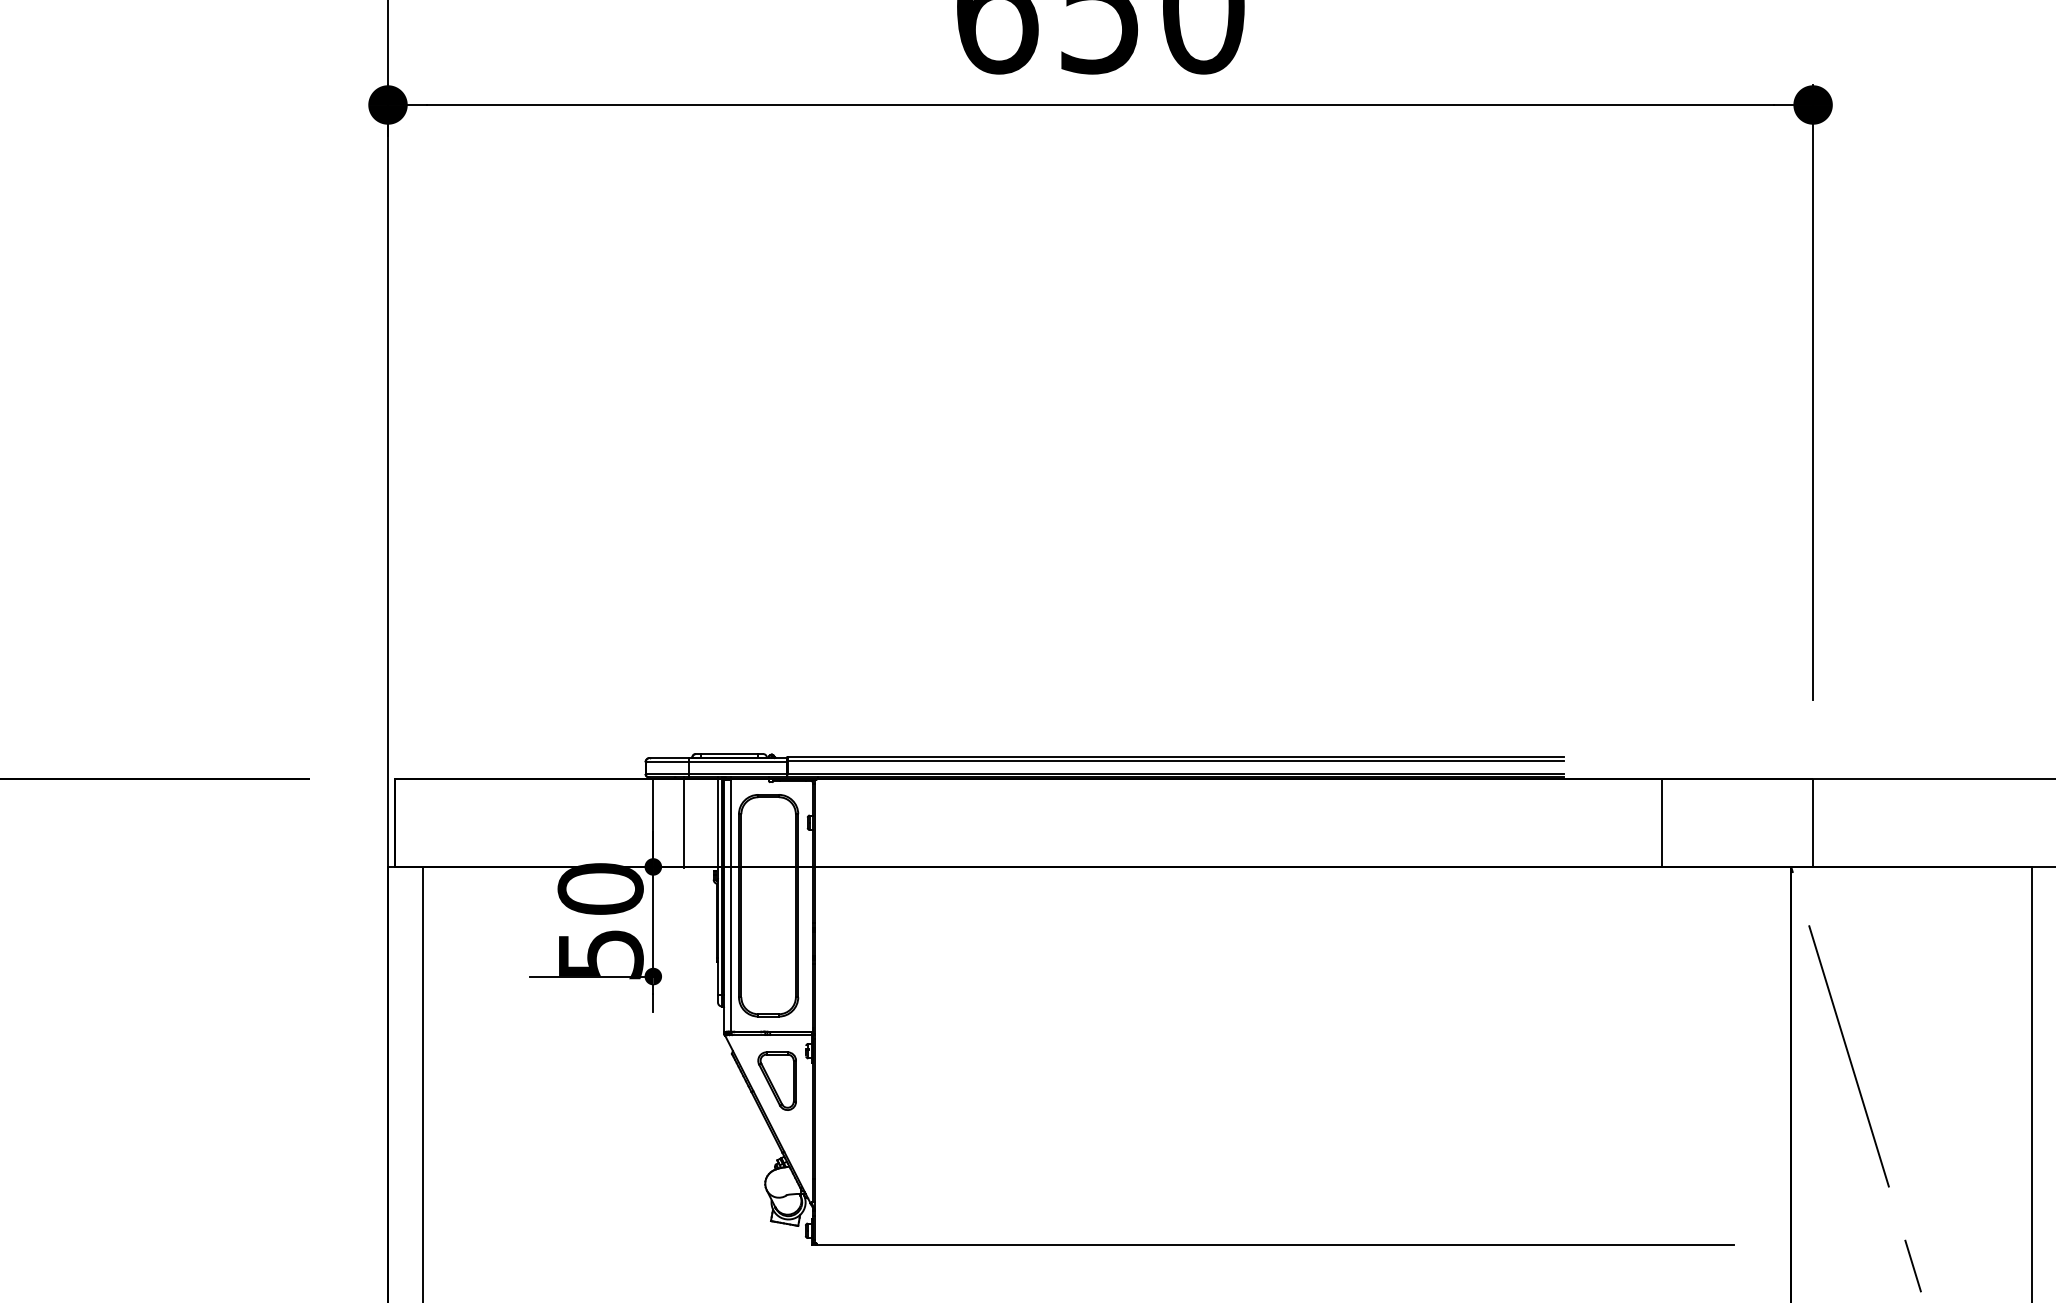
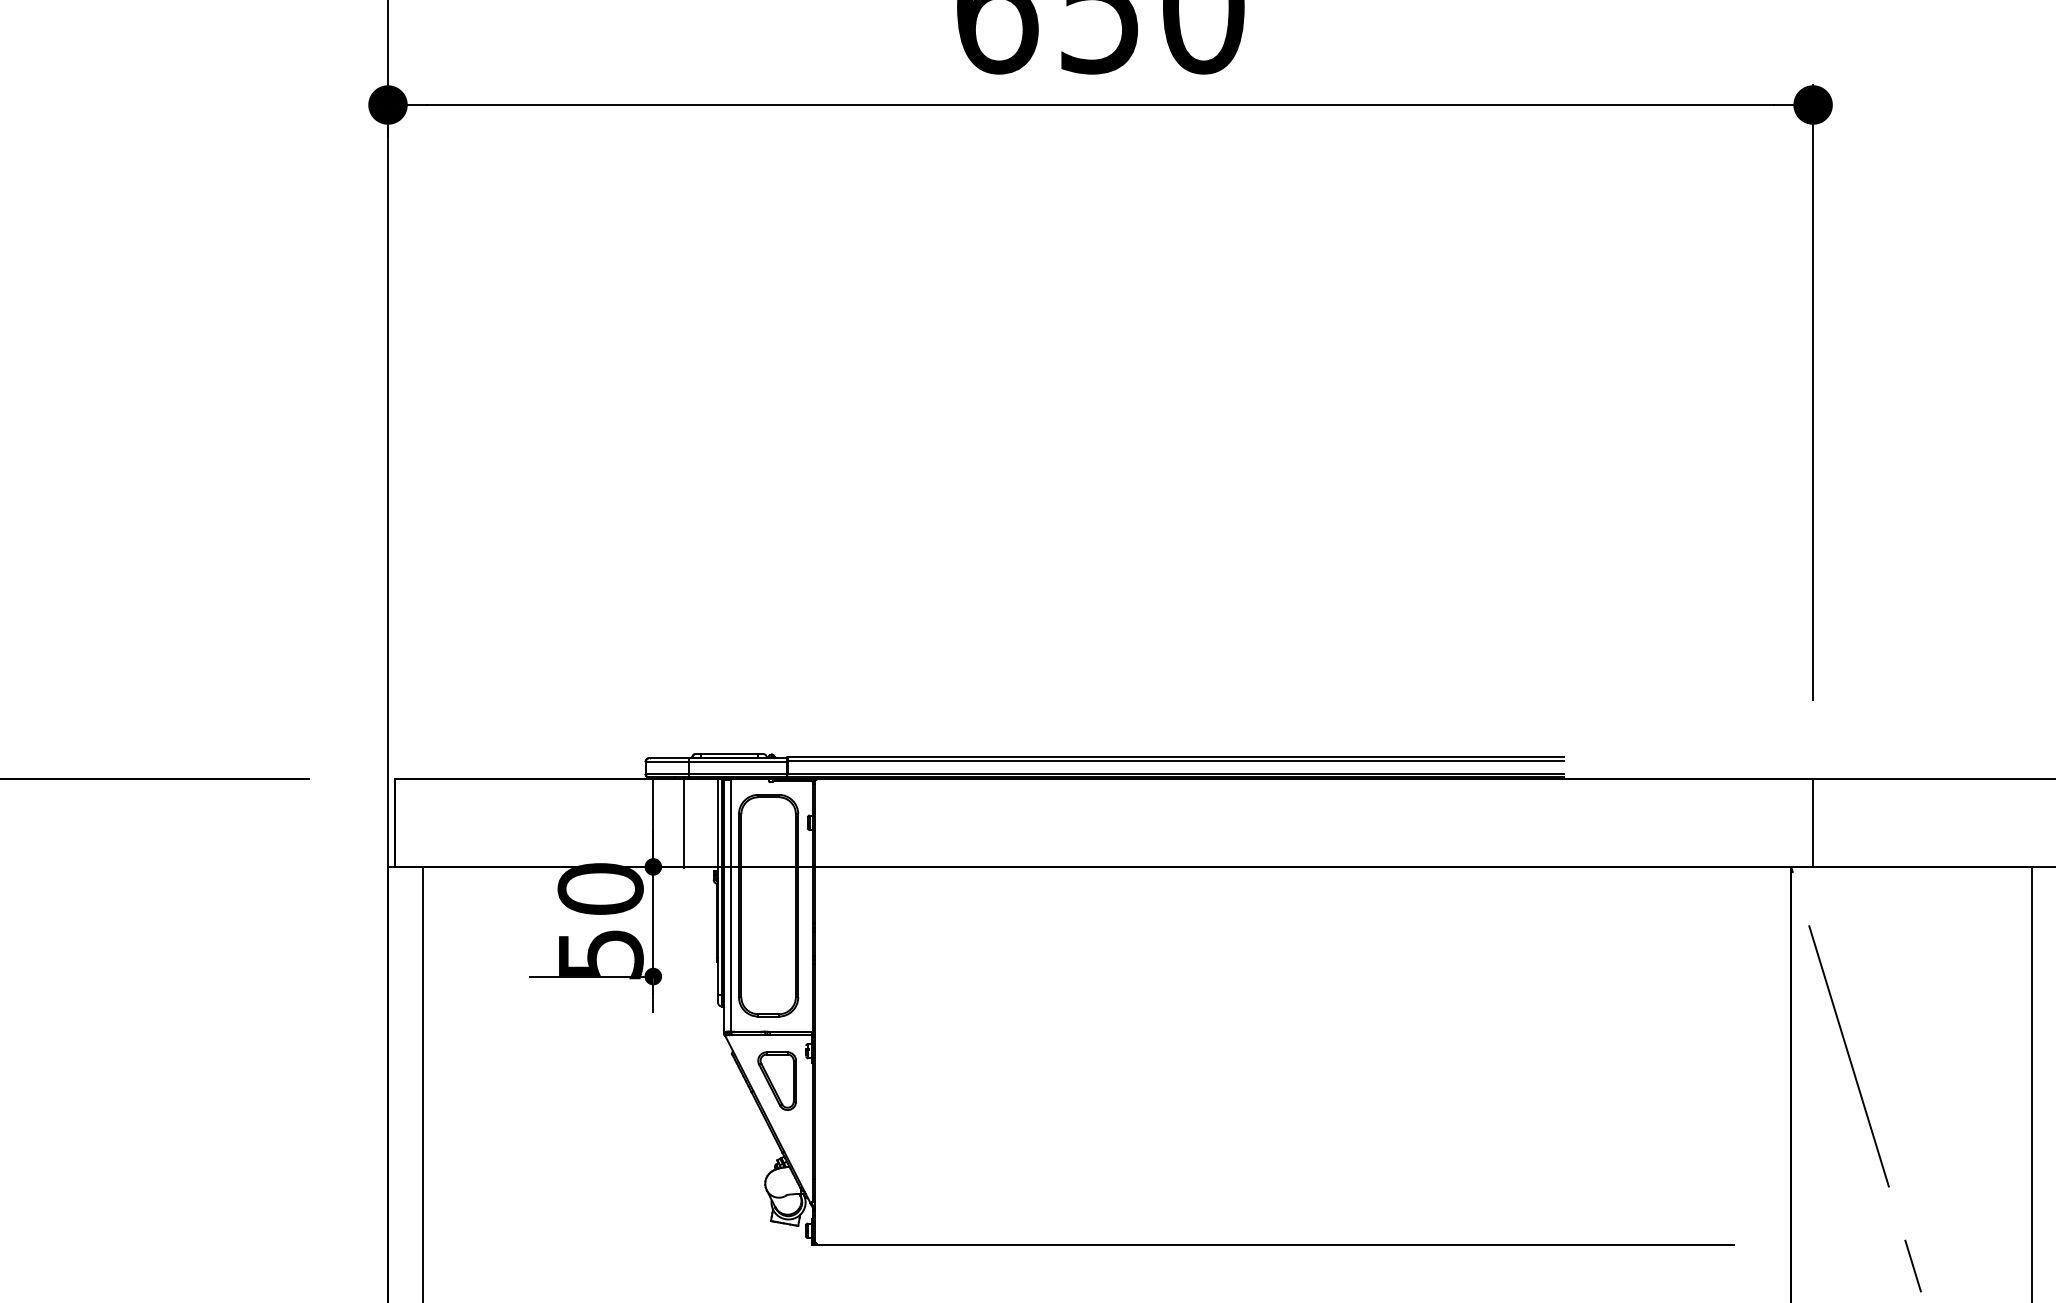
line at (1661, 822): present -> none
